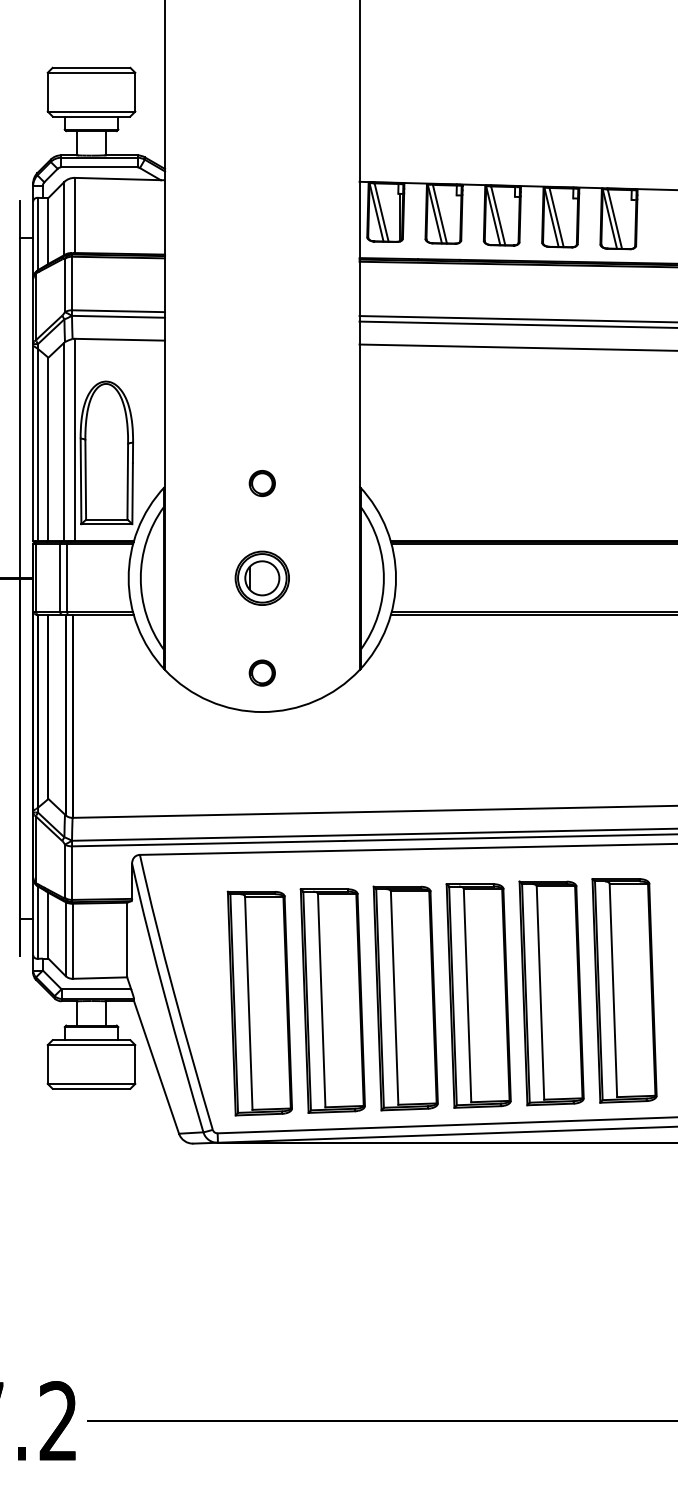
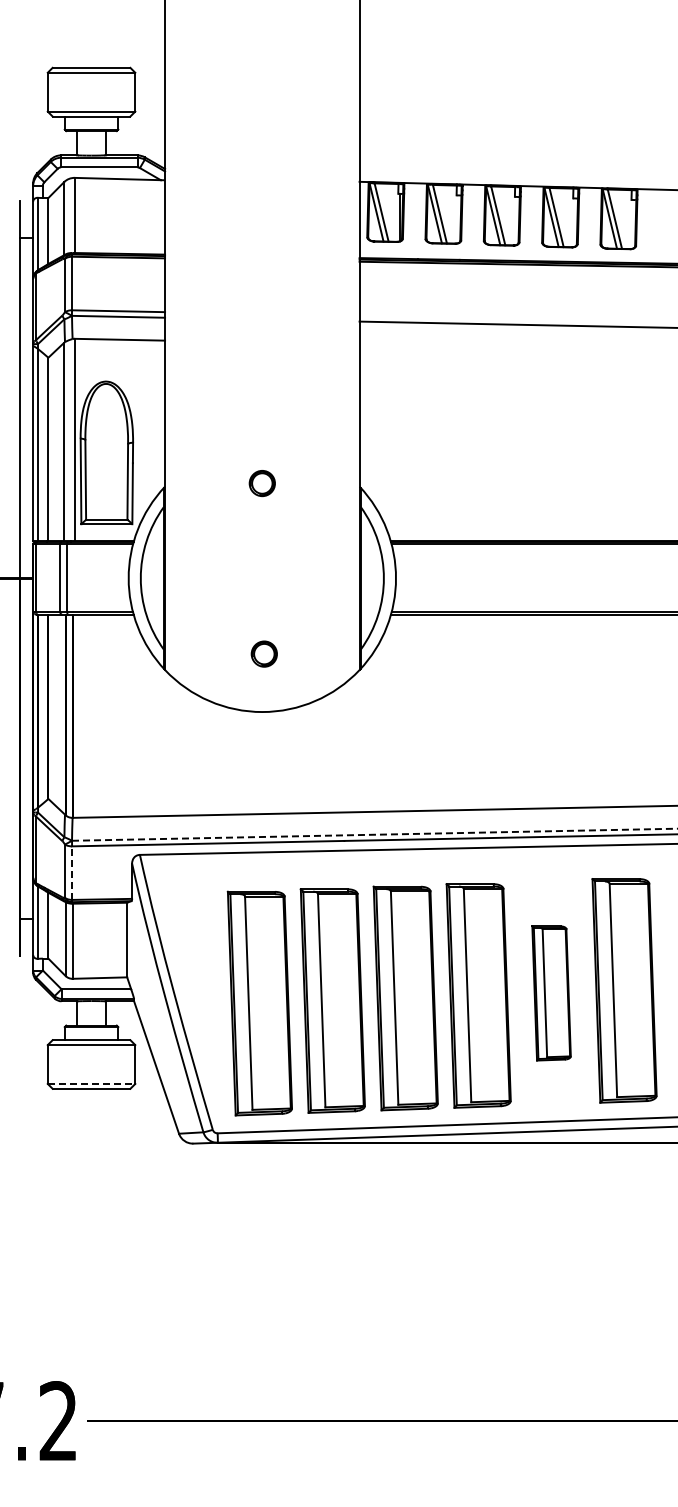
line at (516, 319): present -> none
line at (516, 347): present -> none
part at (261, 577): present -> none
part at (261, 672) position: (261, 672) -> (263, 653)
line at (374, 834): solid -> dashed
line at (72, 873): solid -> dashed
part at (551, 993) size: 67x227 px -> 41x137 px
line at (91, 1083): solid -> dashed
